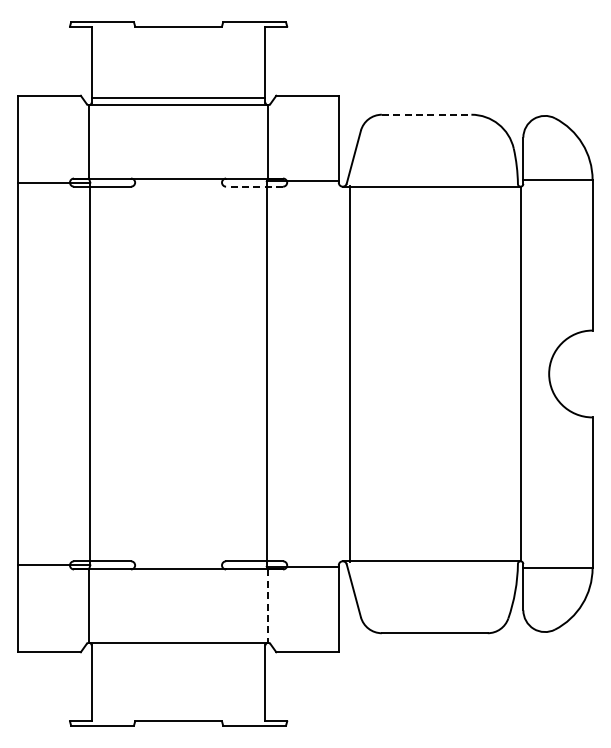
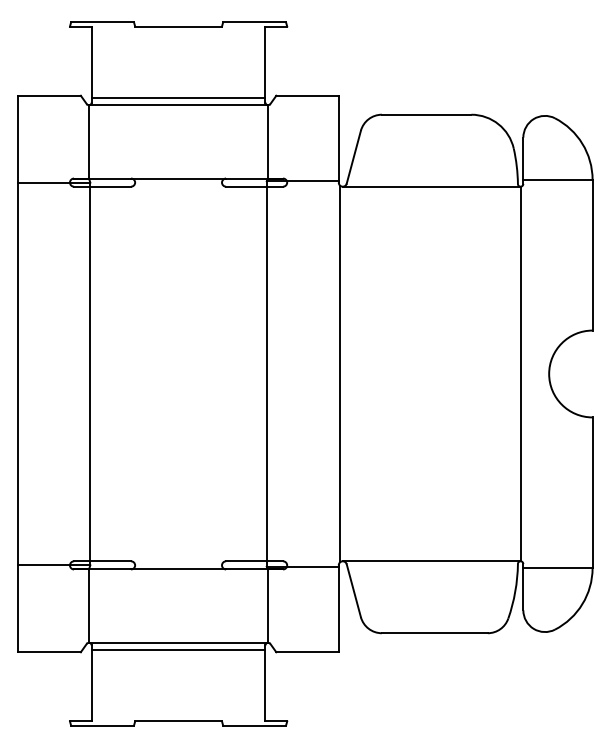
line at (426, 114): dashed -> solid
line at (254, 186): dashed -> solid
line at (350, 373) position: (350, 373) -> (340, 373)
line at (268, 606): dashed -> solid
line at (178, 649): none -> present
